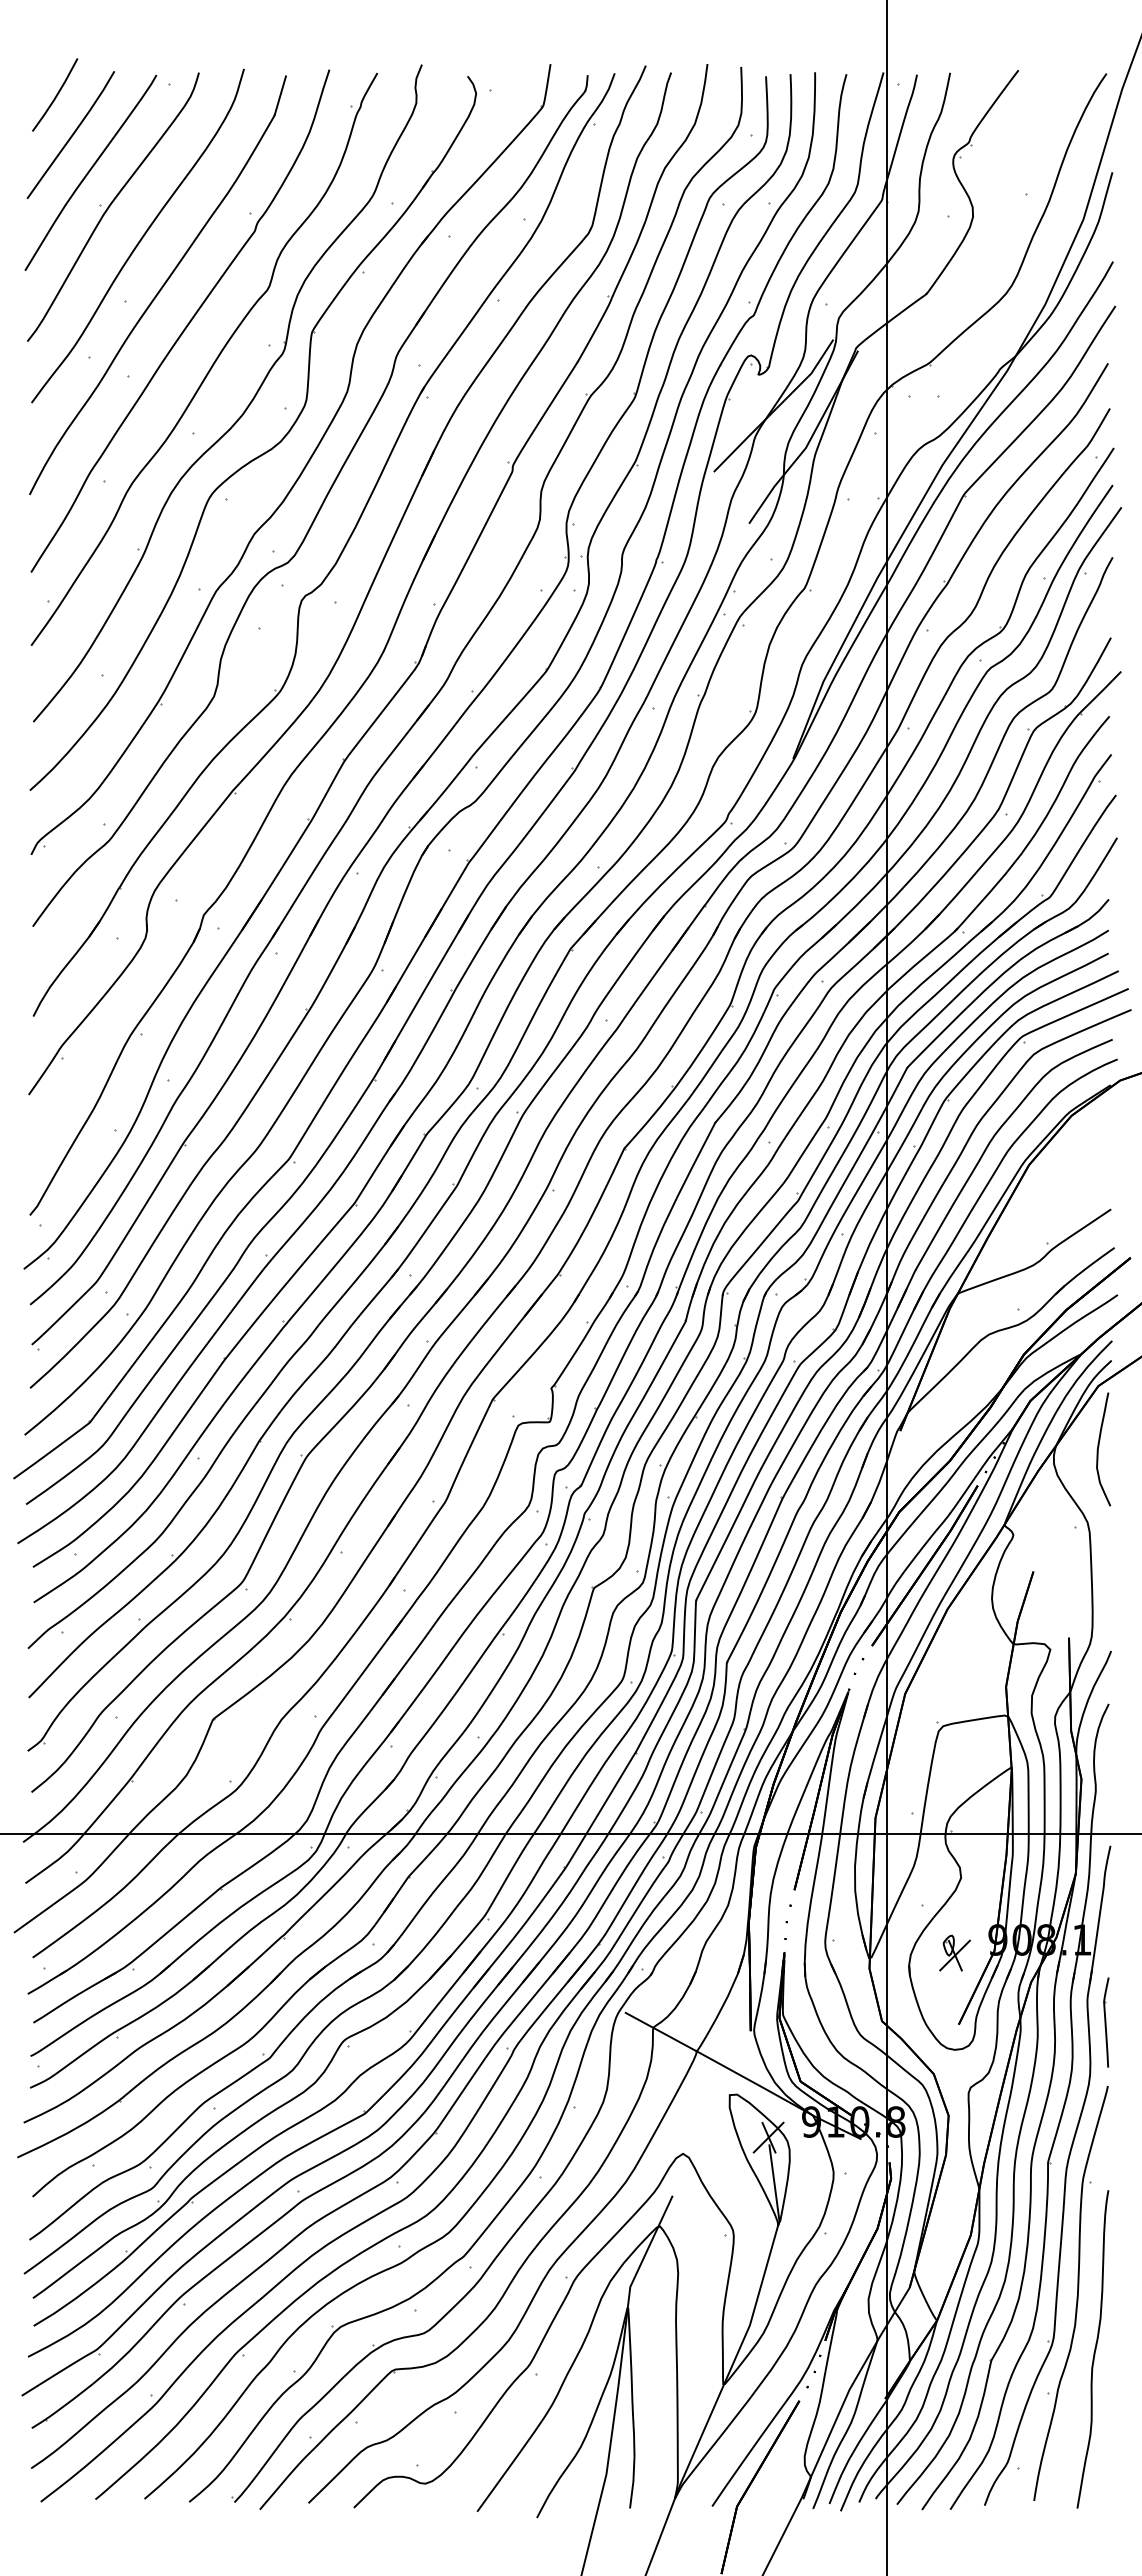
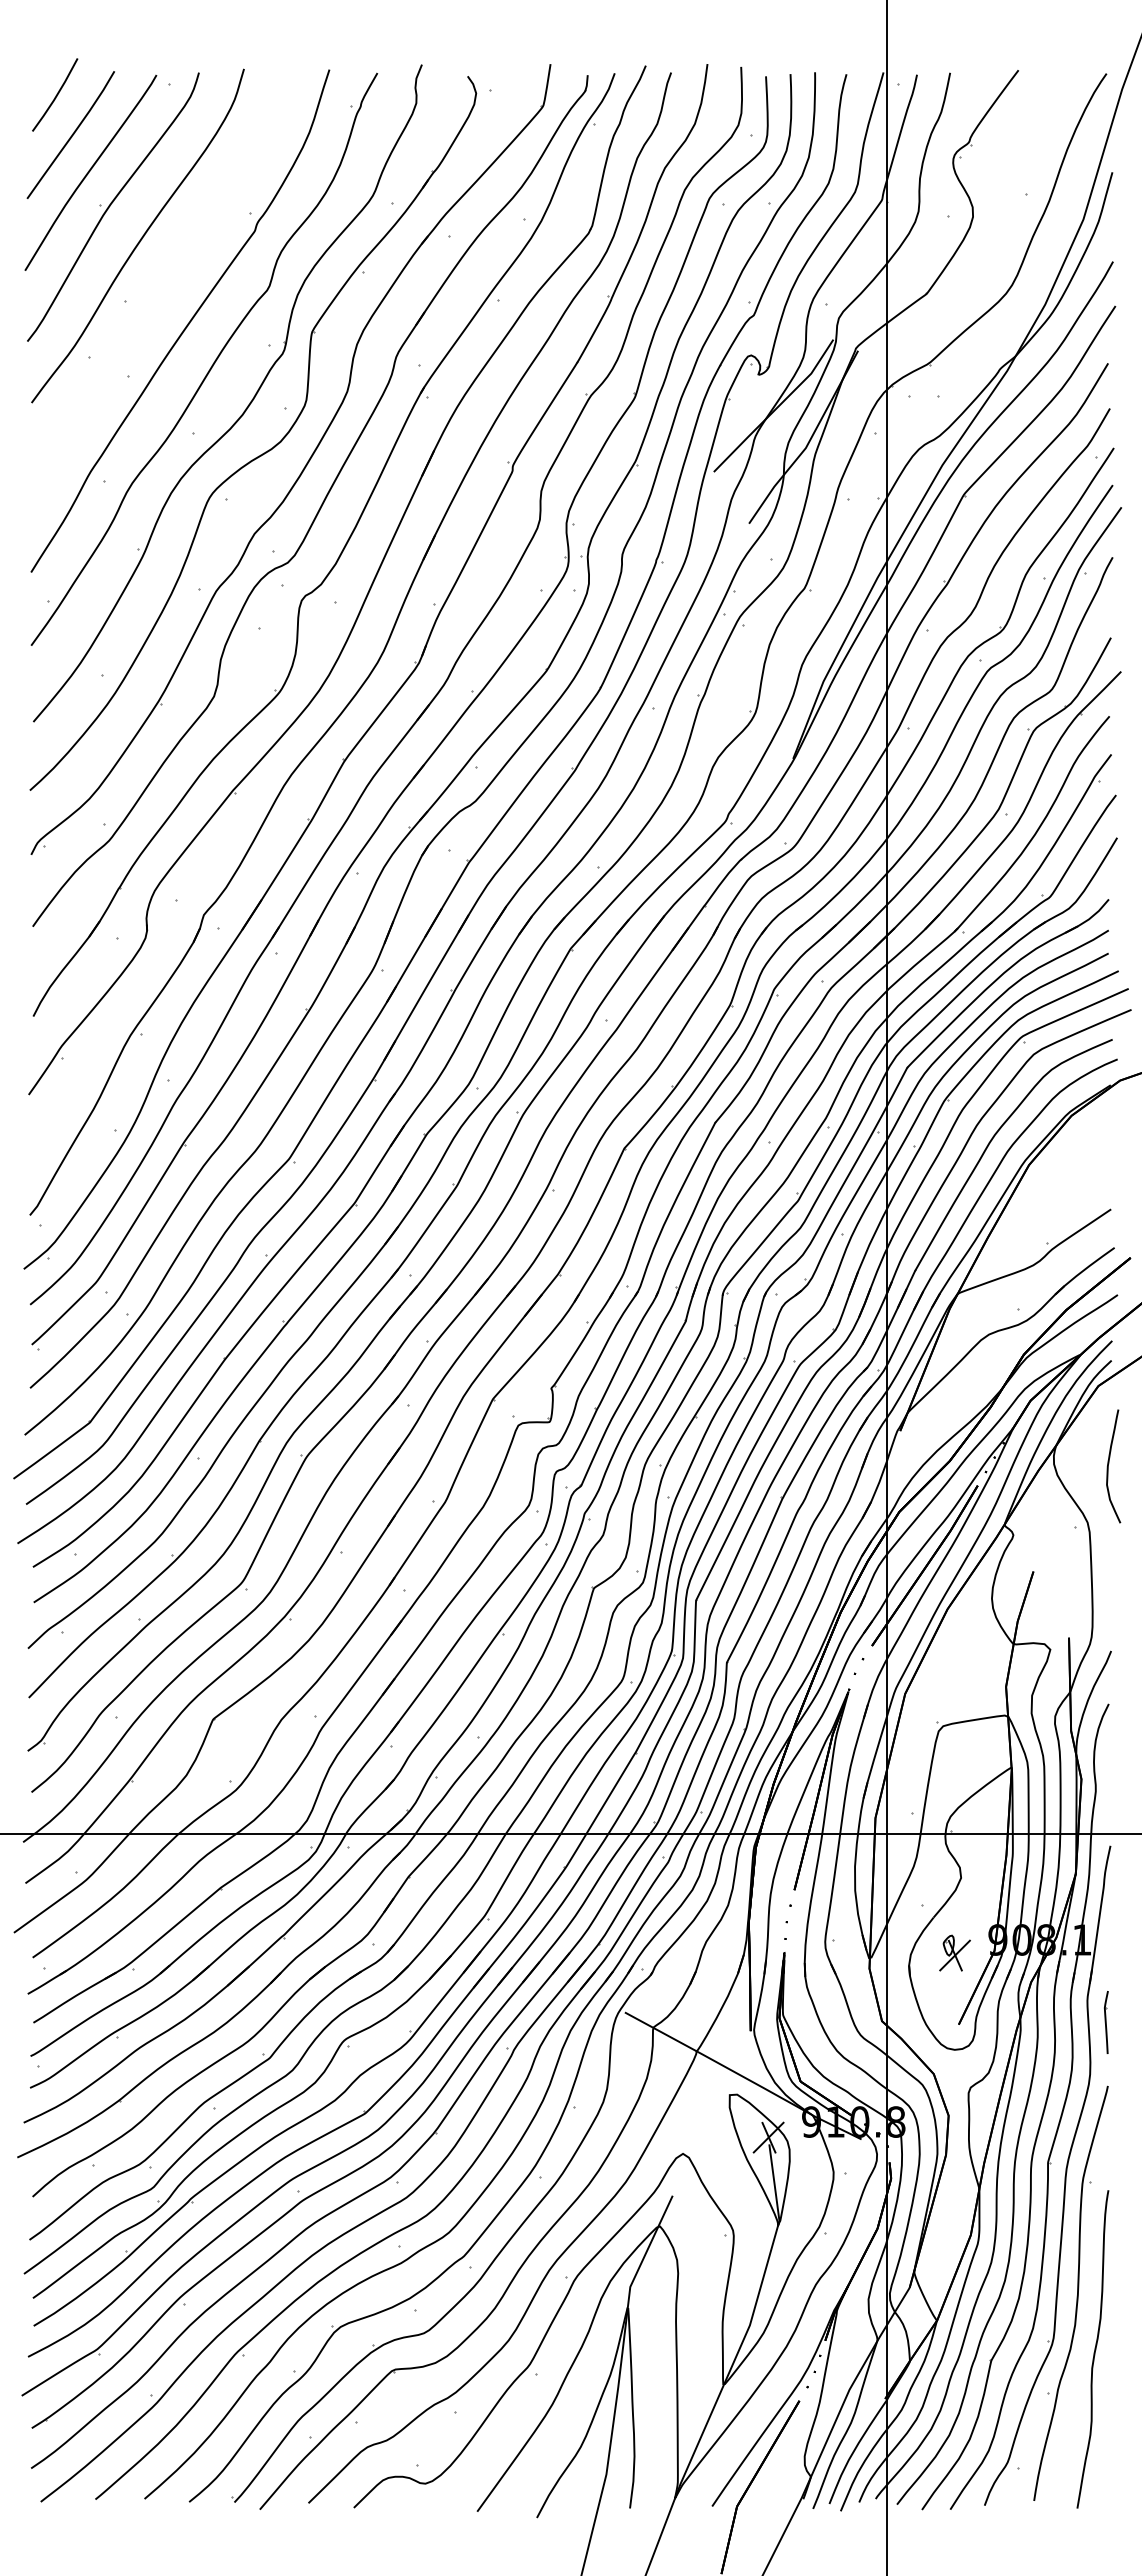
part at (157, 285): present -> none
curve at (1099, 1446) position: (1099, 1446) -> (1109, 1463)
part at (1106, 2022) size: 7x91 px -> 5x63 px
